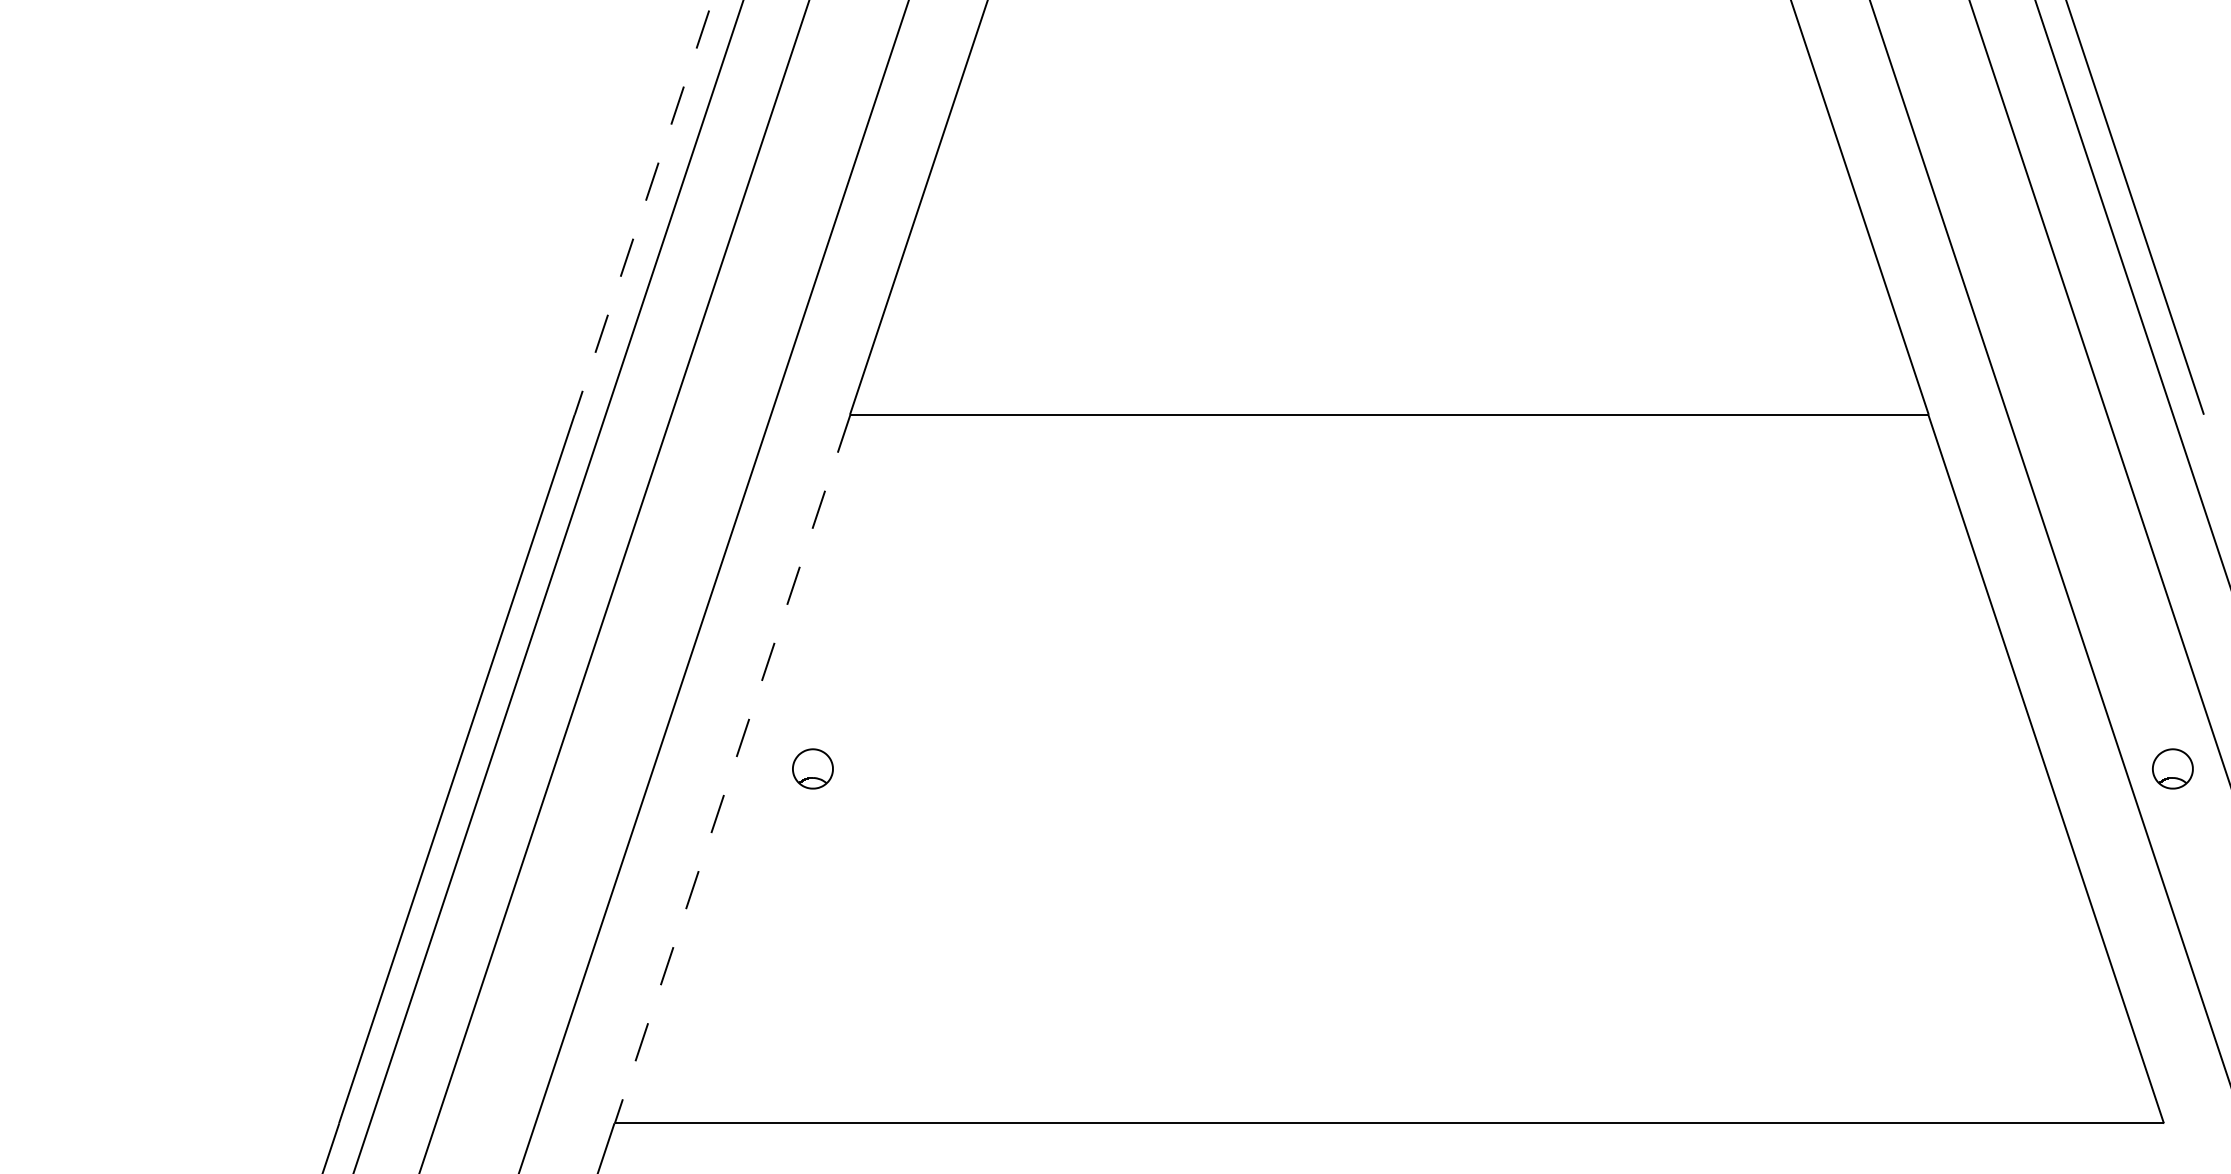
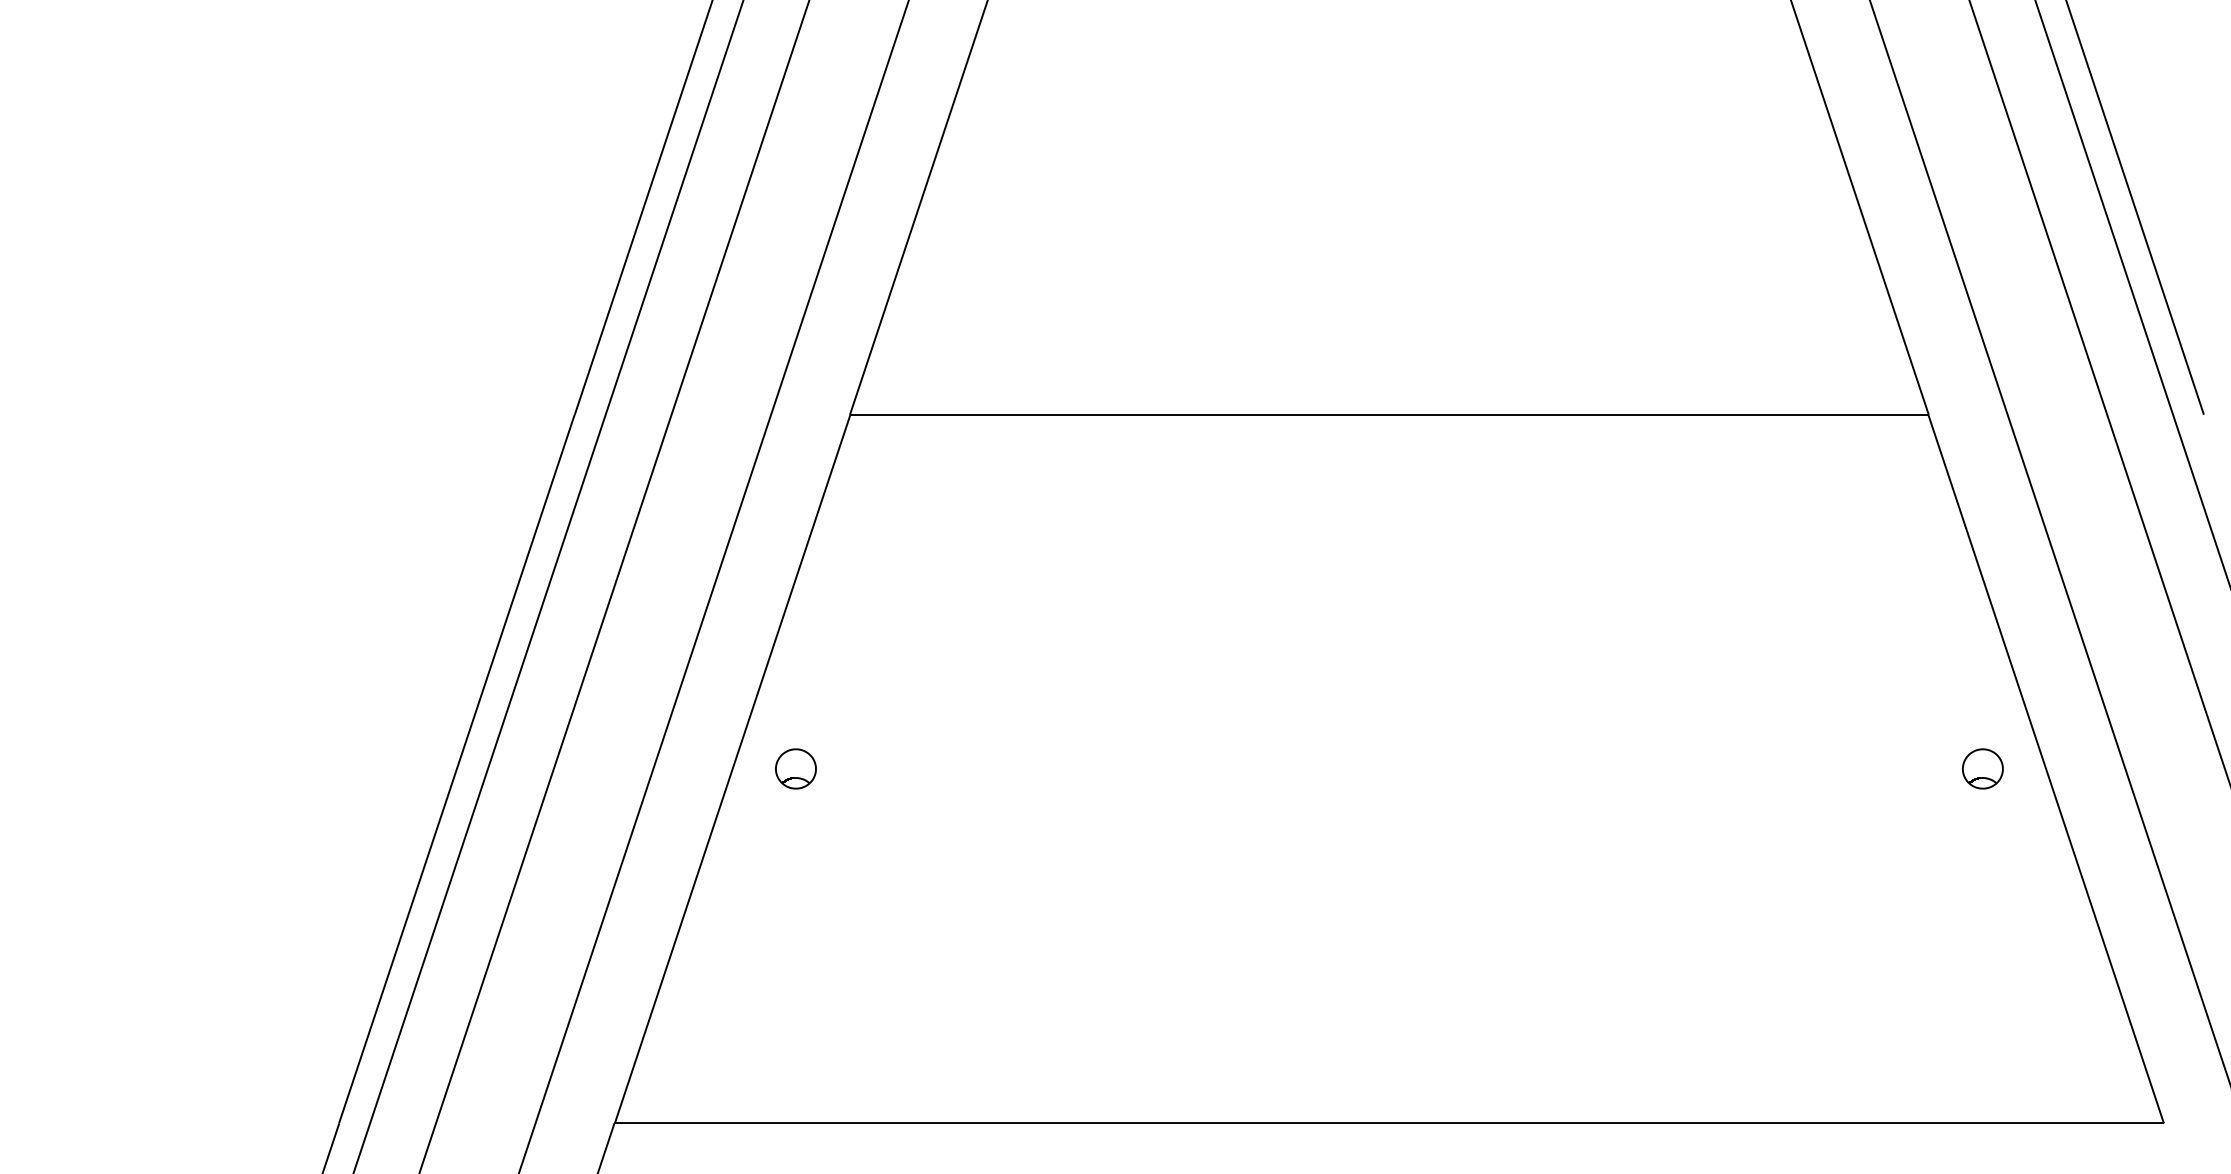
line at (643, 207): dashed -> solid
part at (812, 768) position: (812, 768) -> (795, 768)
part at (2172, 768) position: (2172, 768) -> (1982, 768)
line at (732, 769): dashed -> solid
